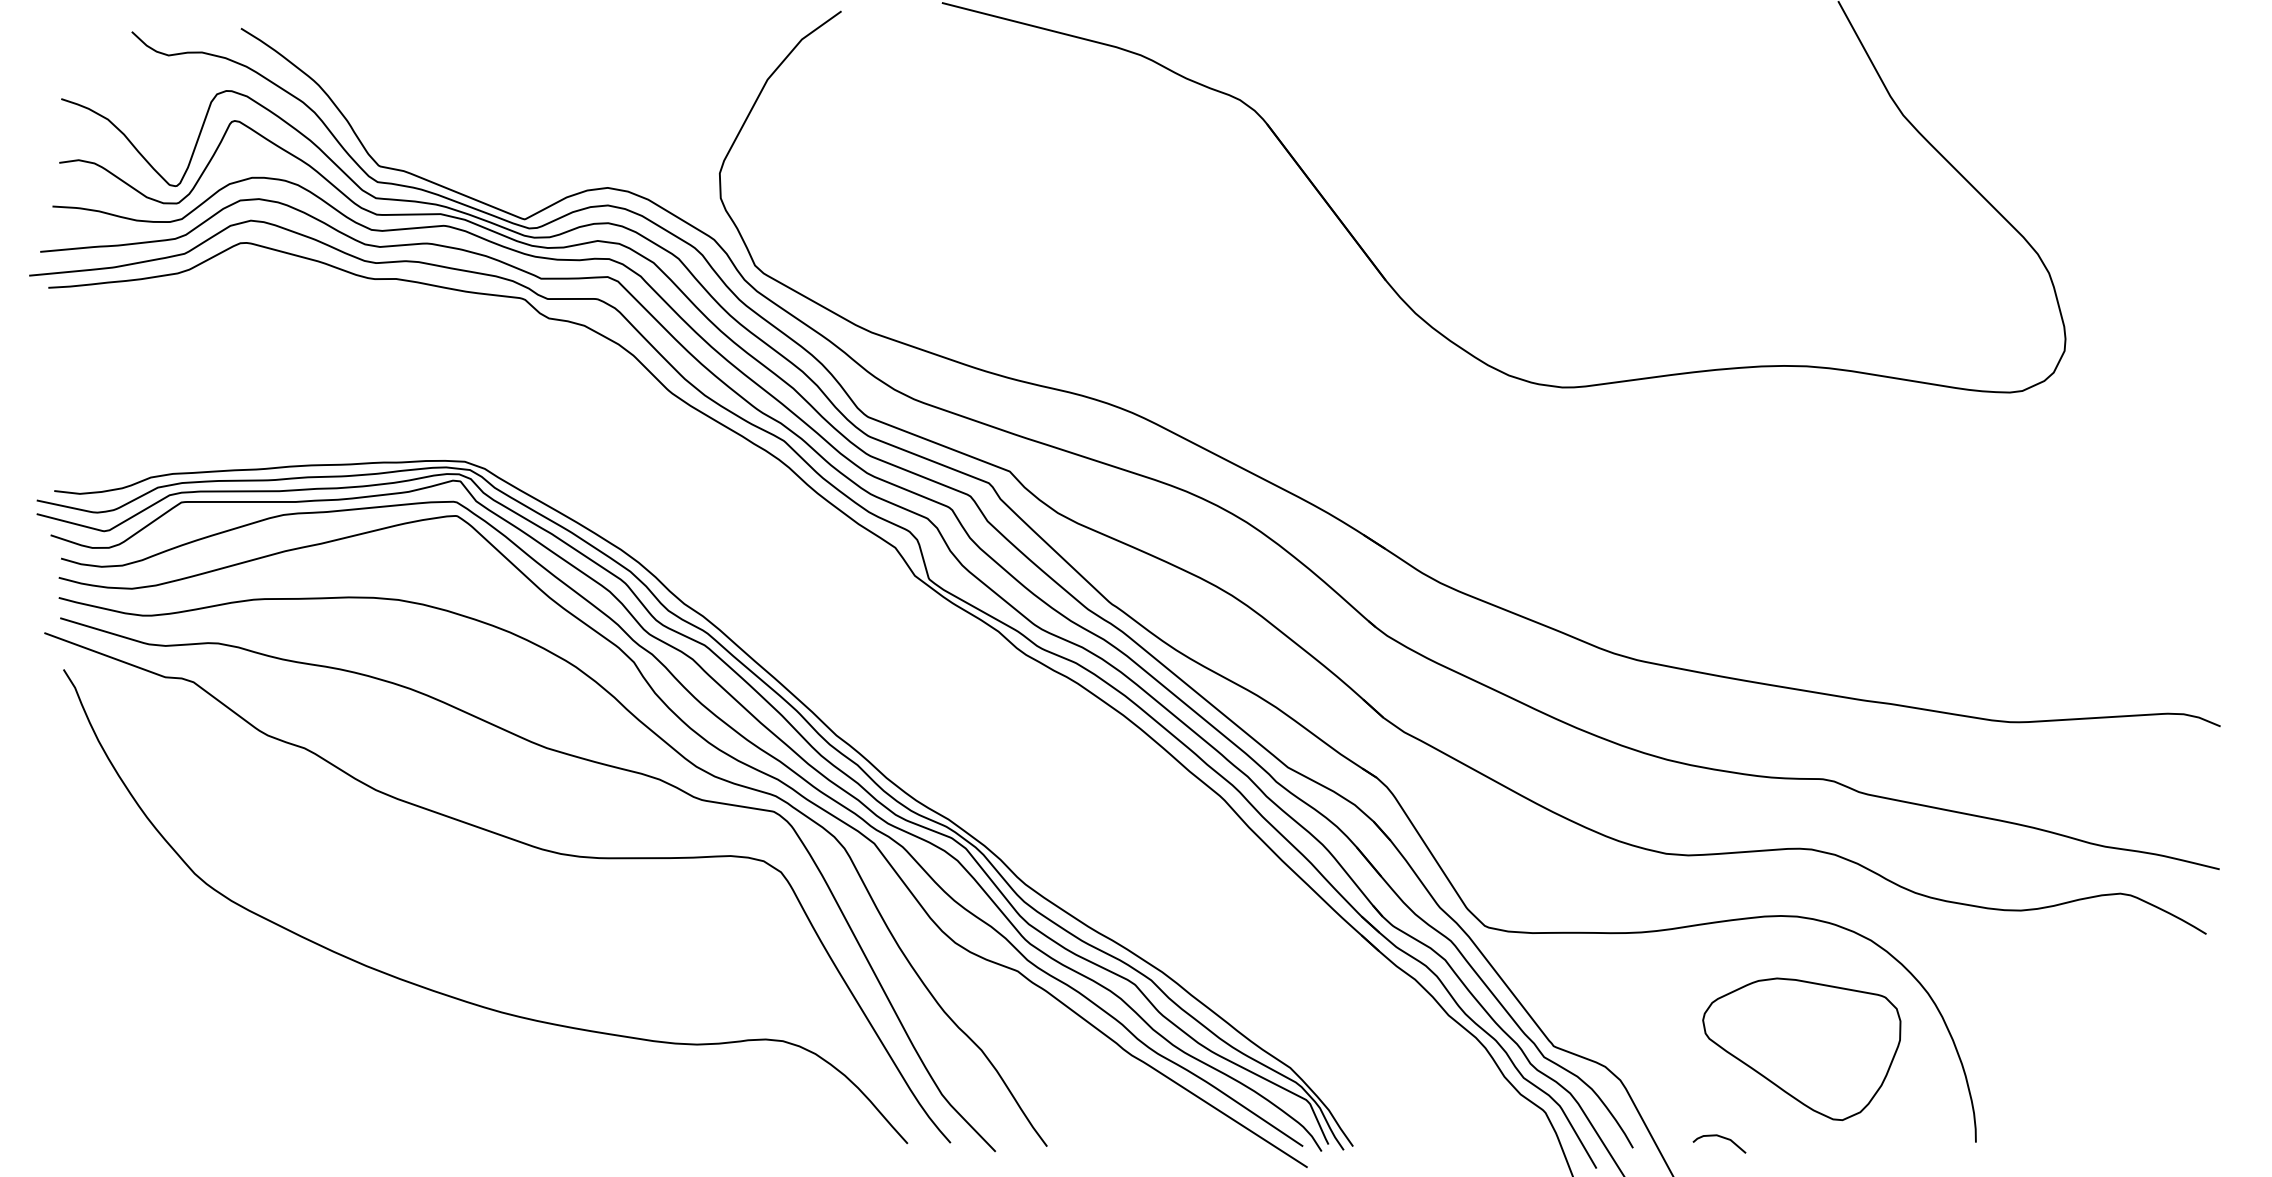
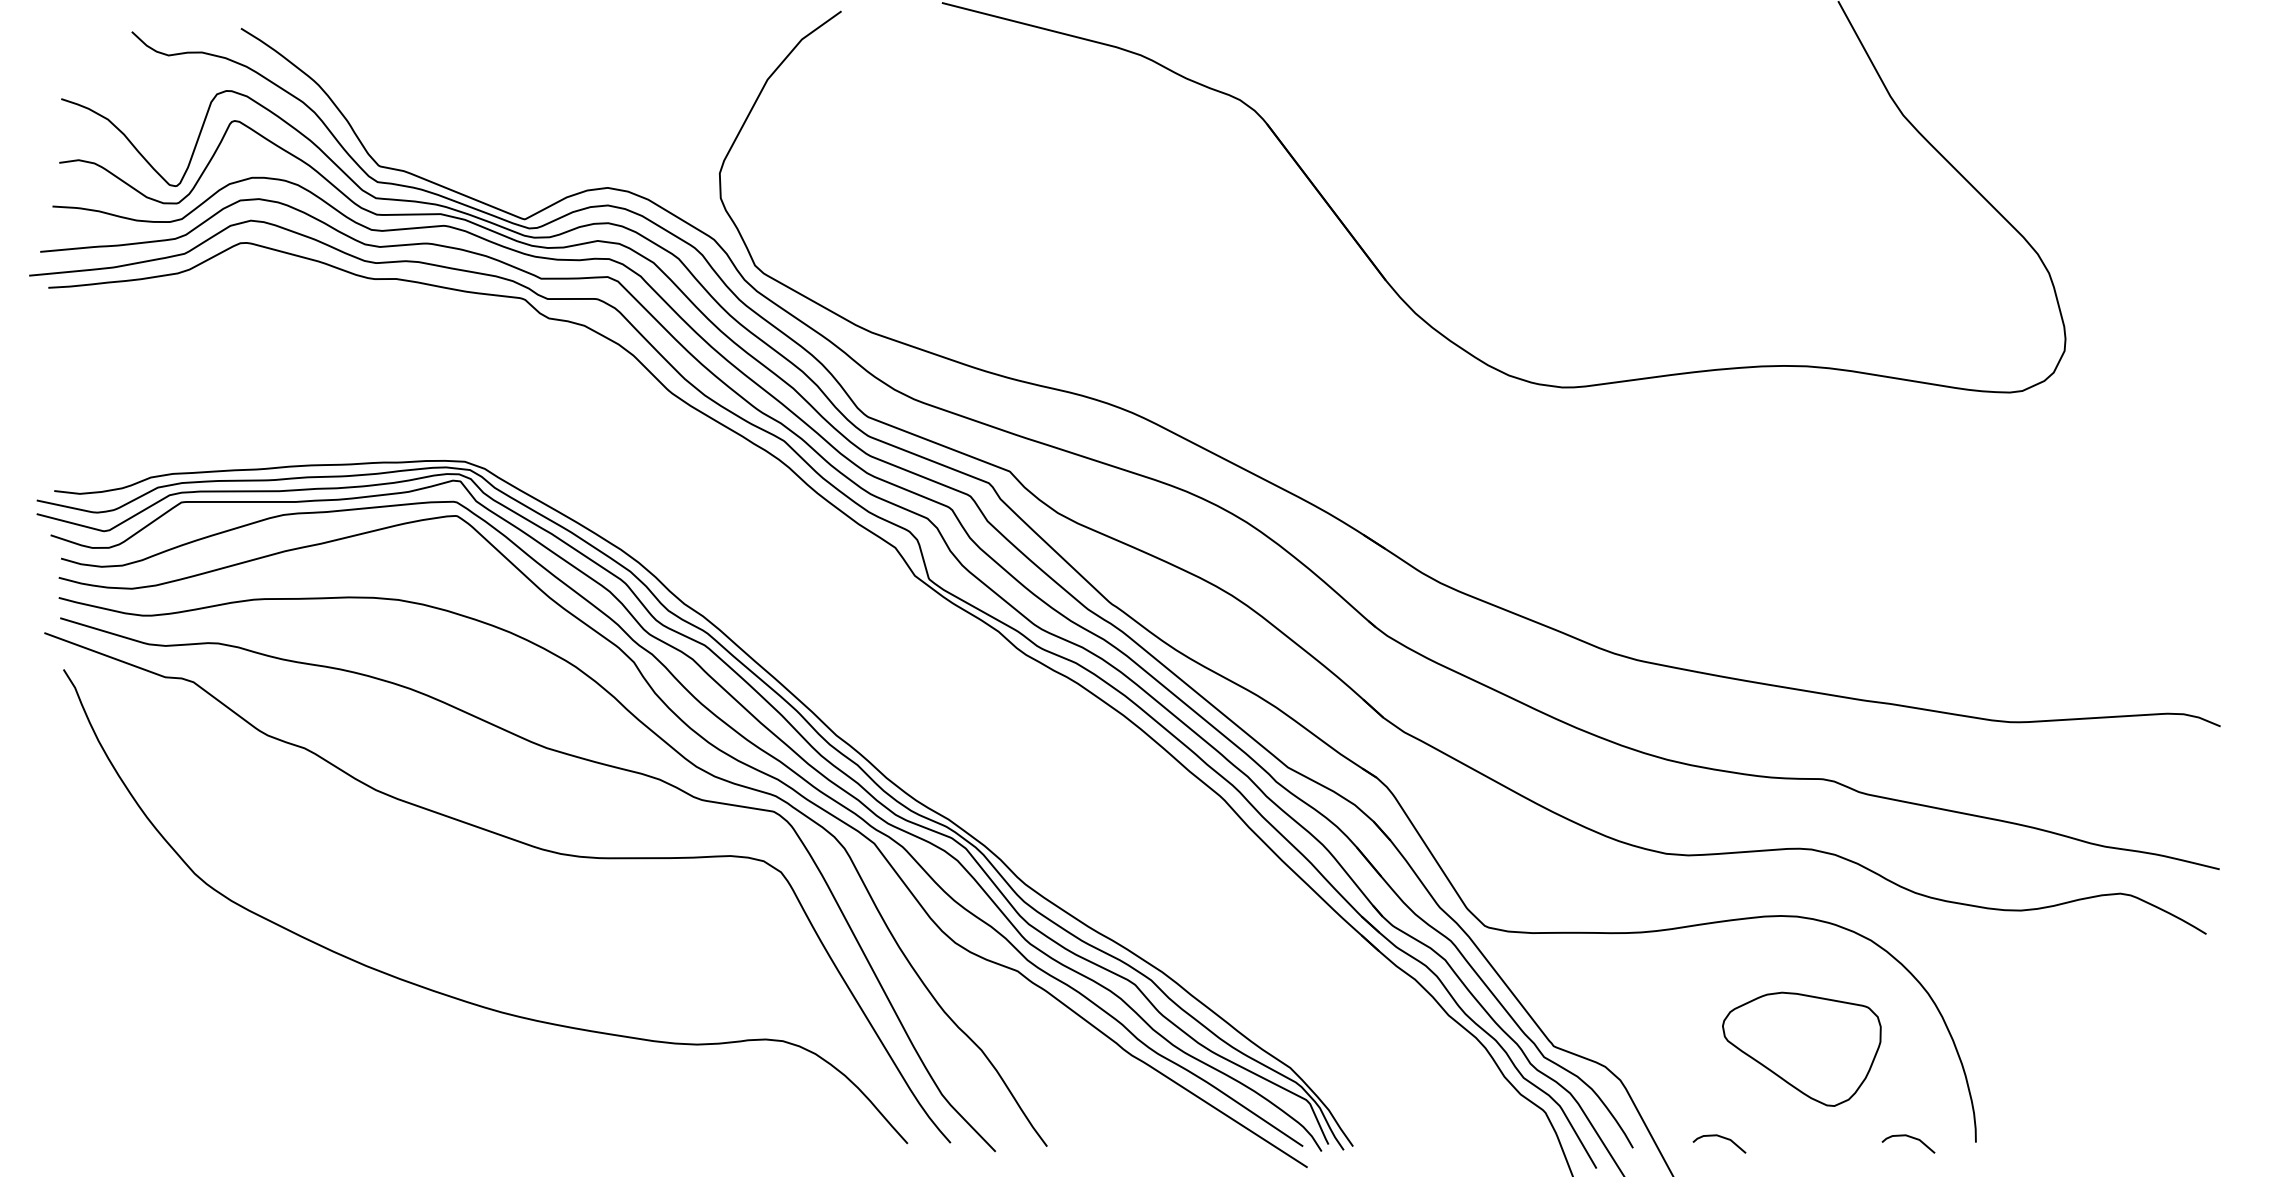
part at (1801, 1049) size: 200x145 px -> 160x116 px
curve at (1911, 1138): none -> present
